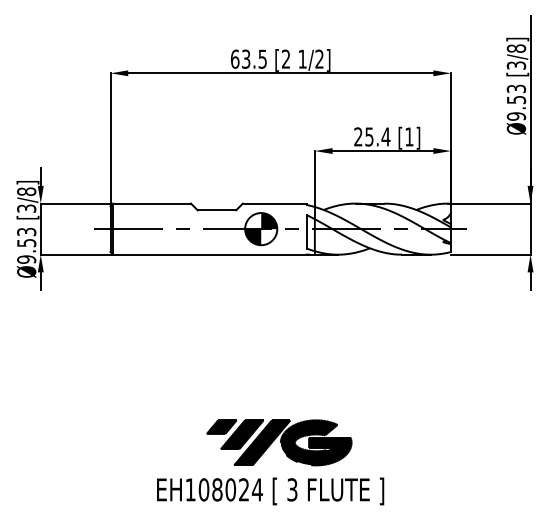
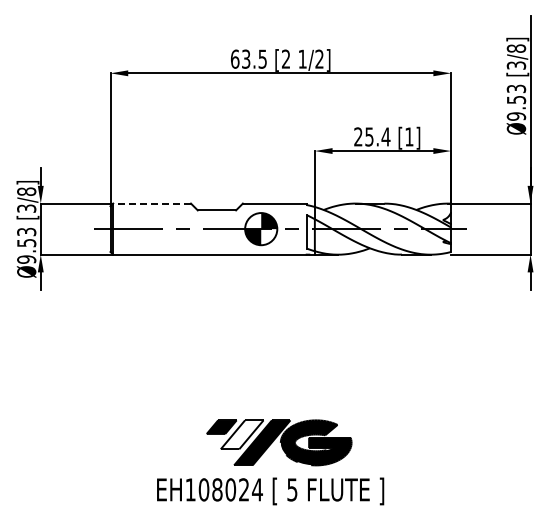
line at (152, 203): solid -> dashed
fill at (241, 434): present -> none
text at (292, 489): 3 -> 5
